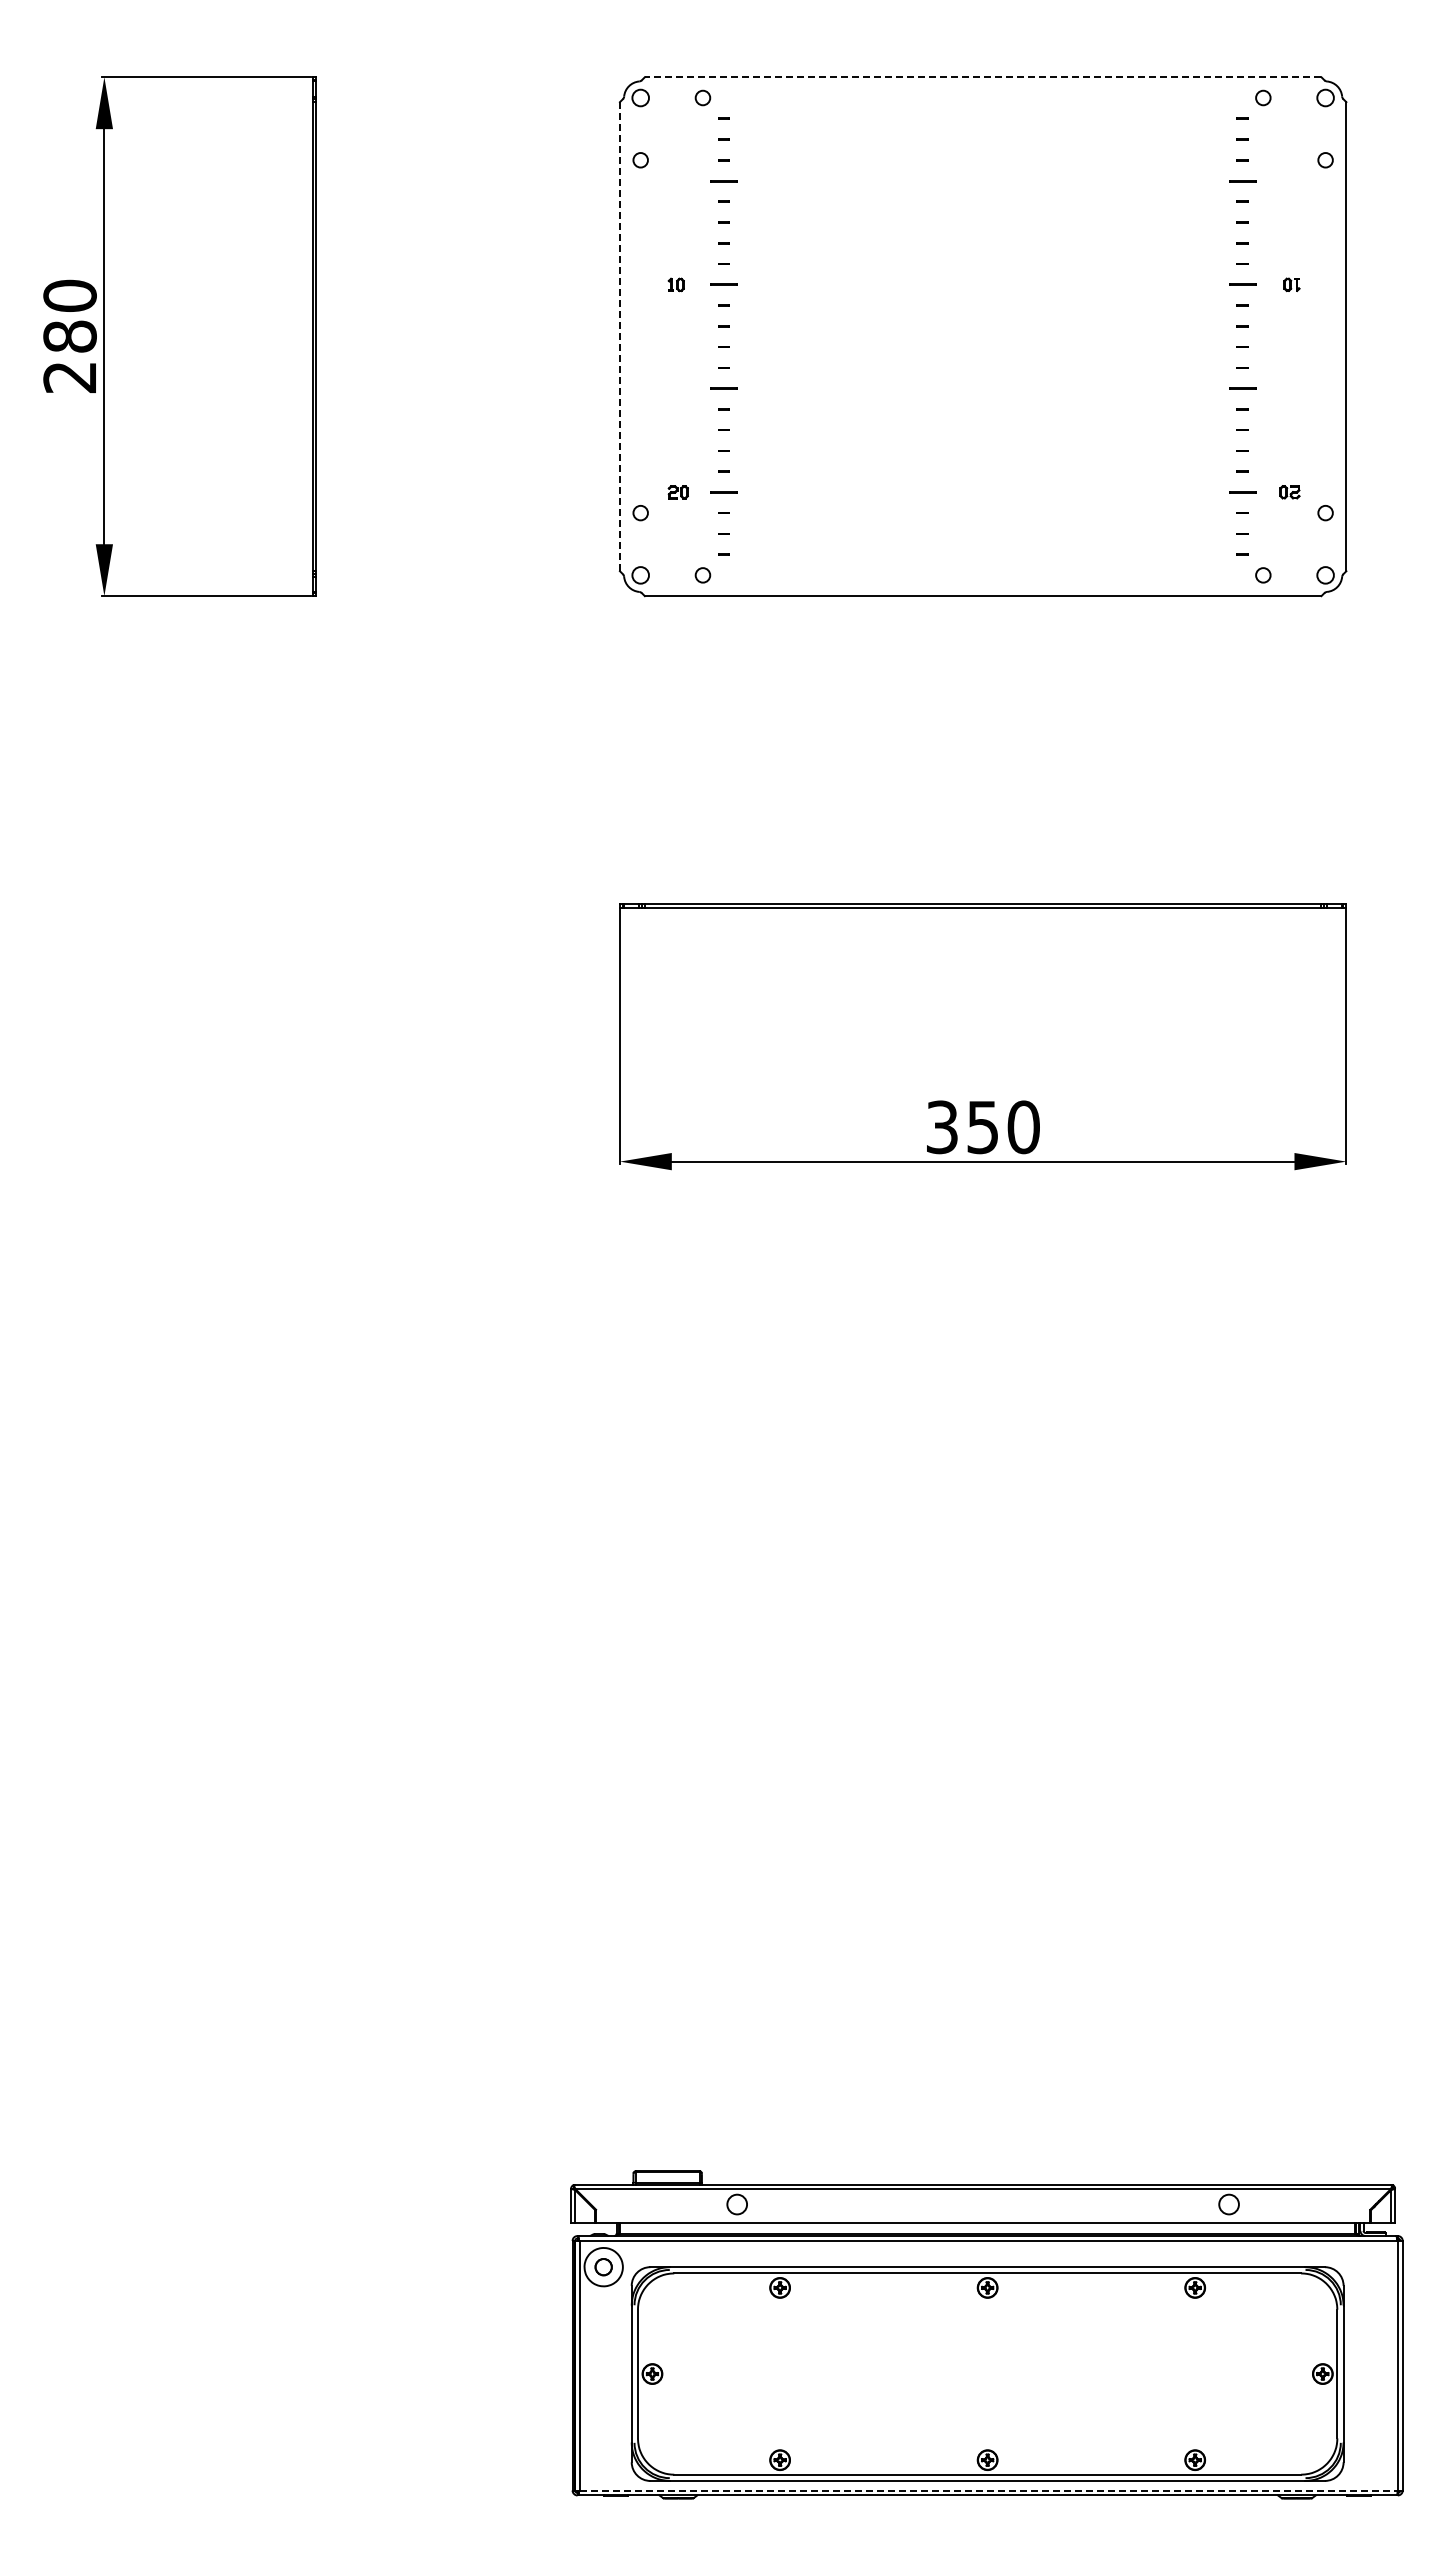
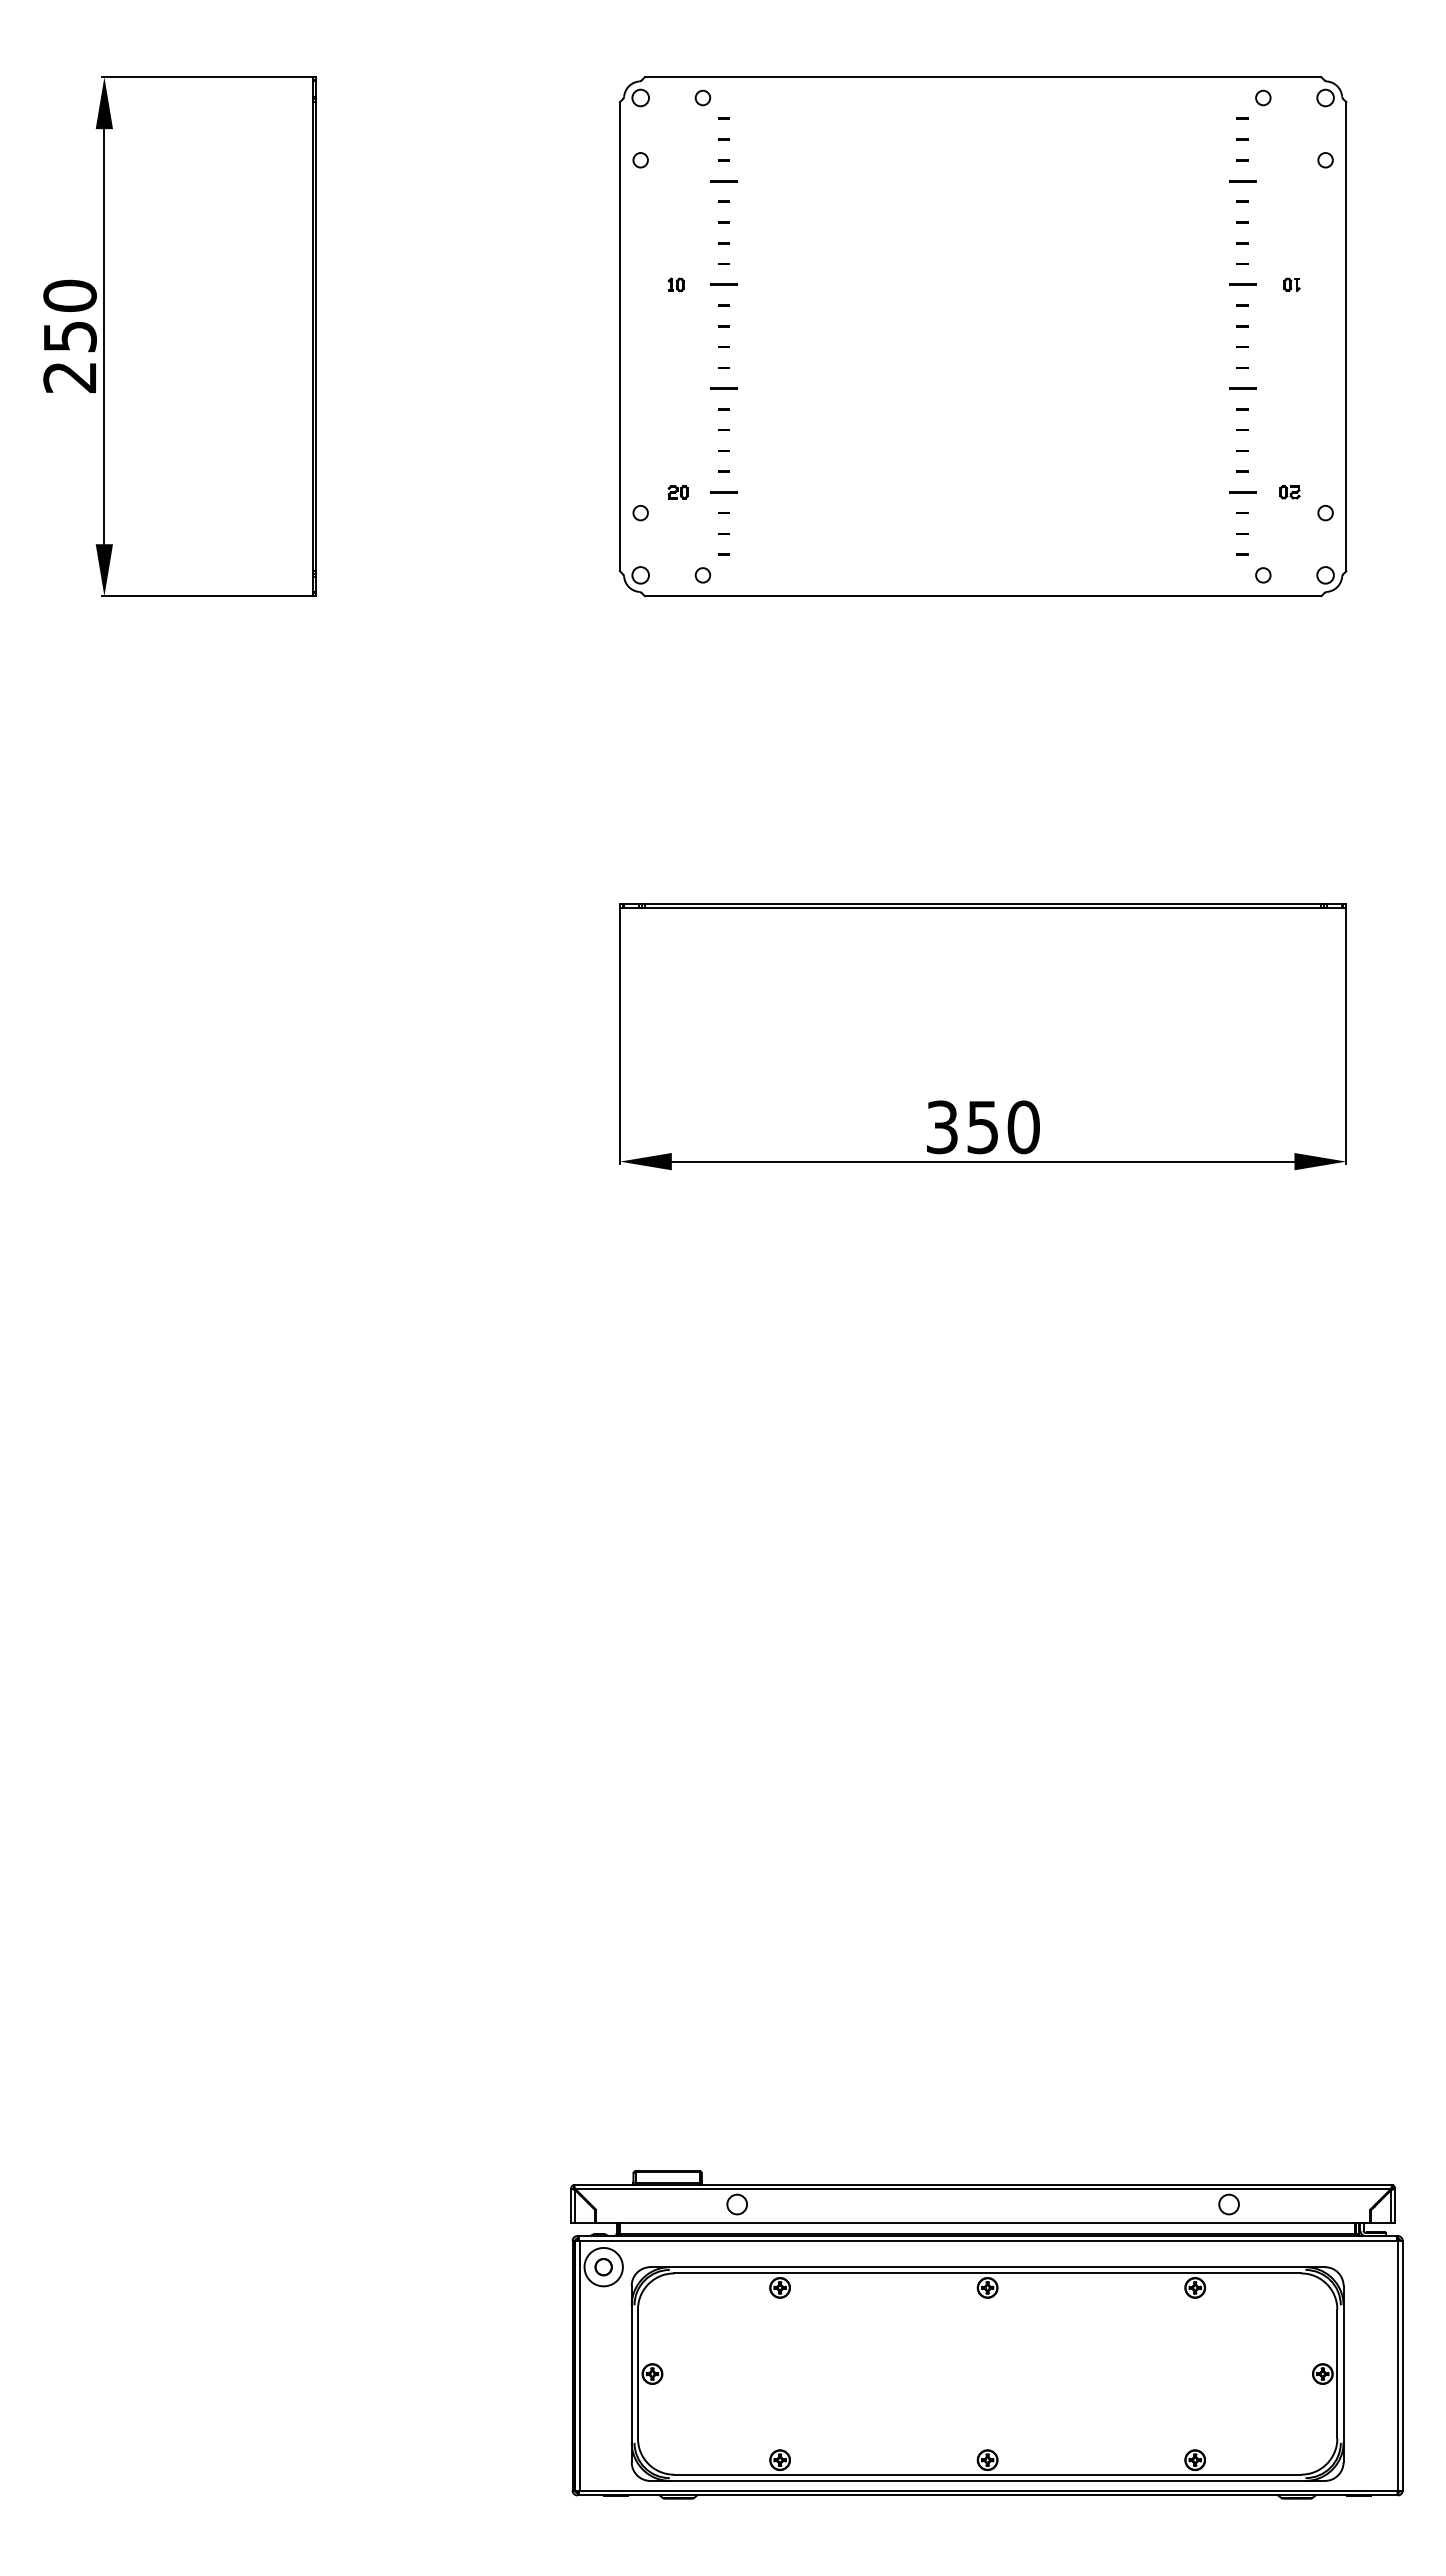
line at (982, 77): dashed -> solid
text at (69, 336): 280 -> 250
line at (619, 336): dashed -> solid
line at (988, 2490): dashed -> solid
